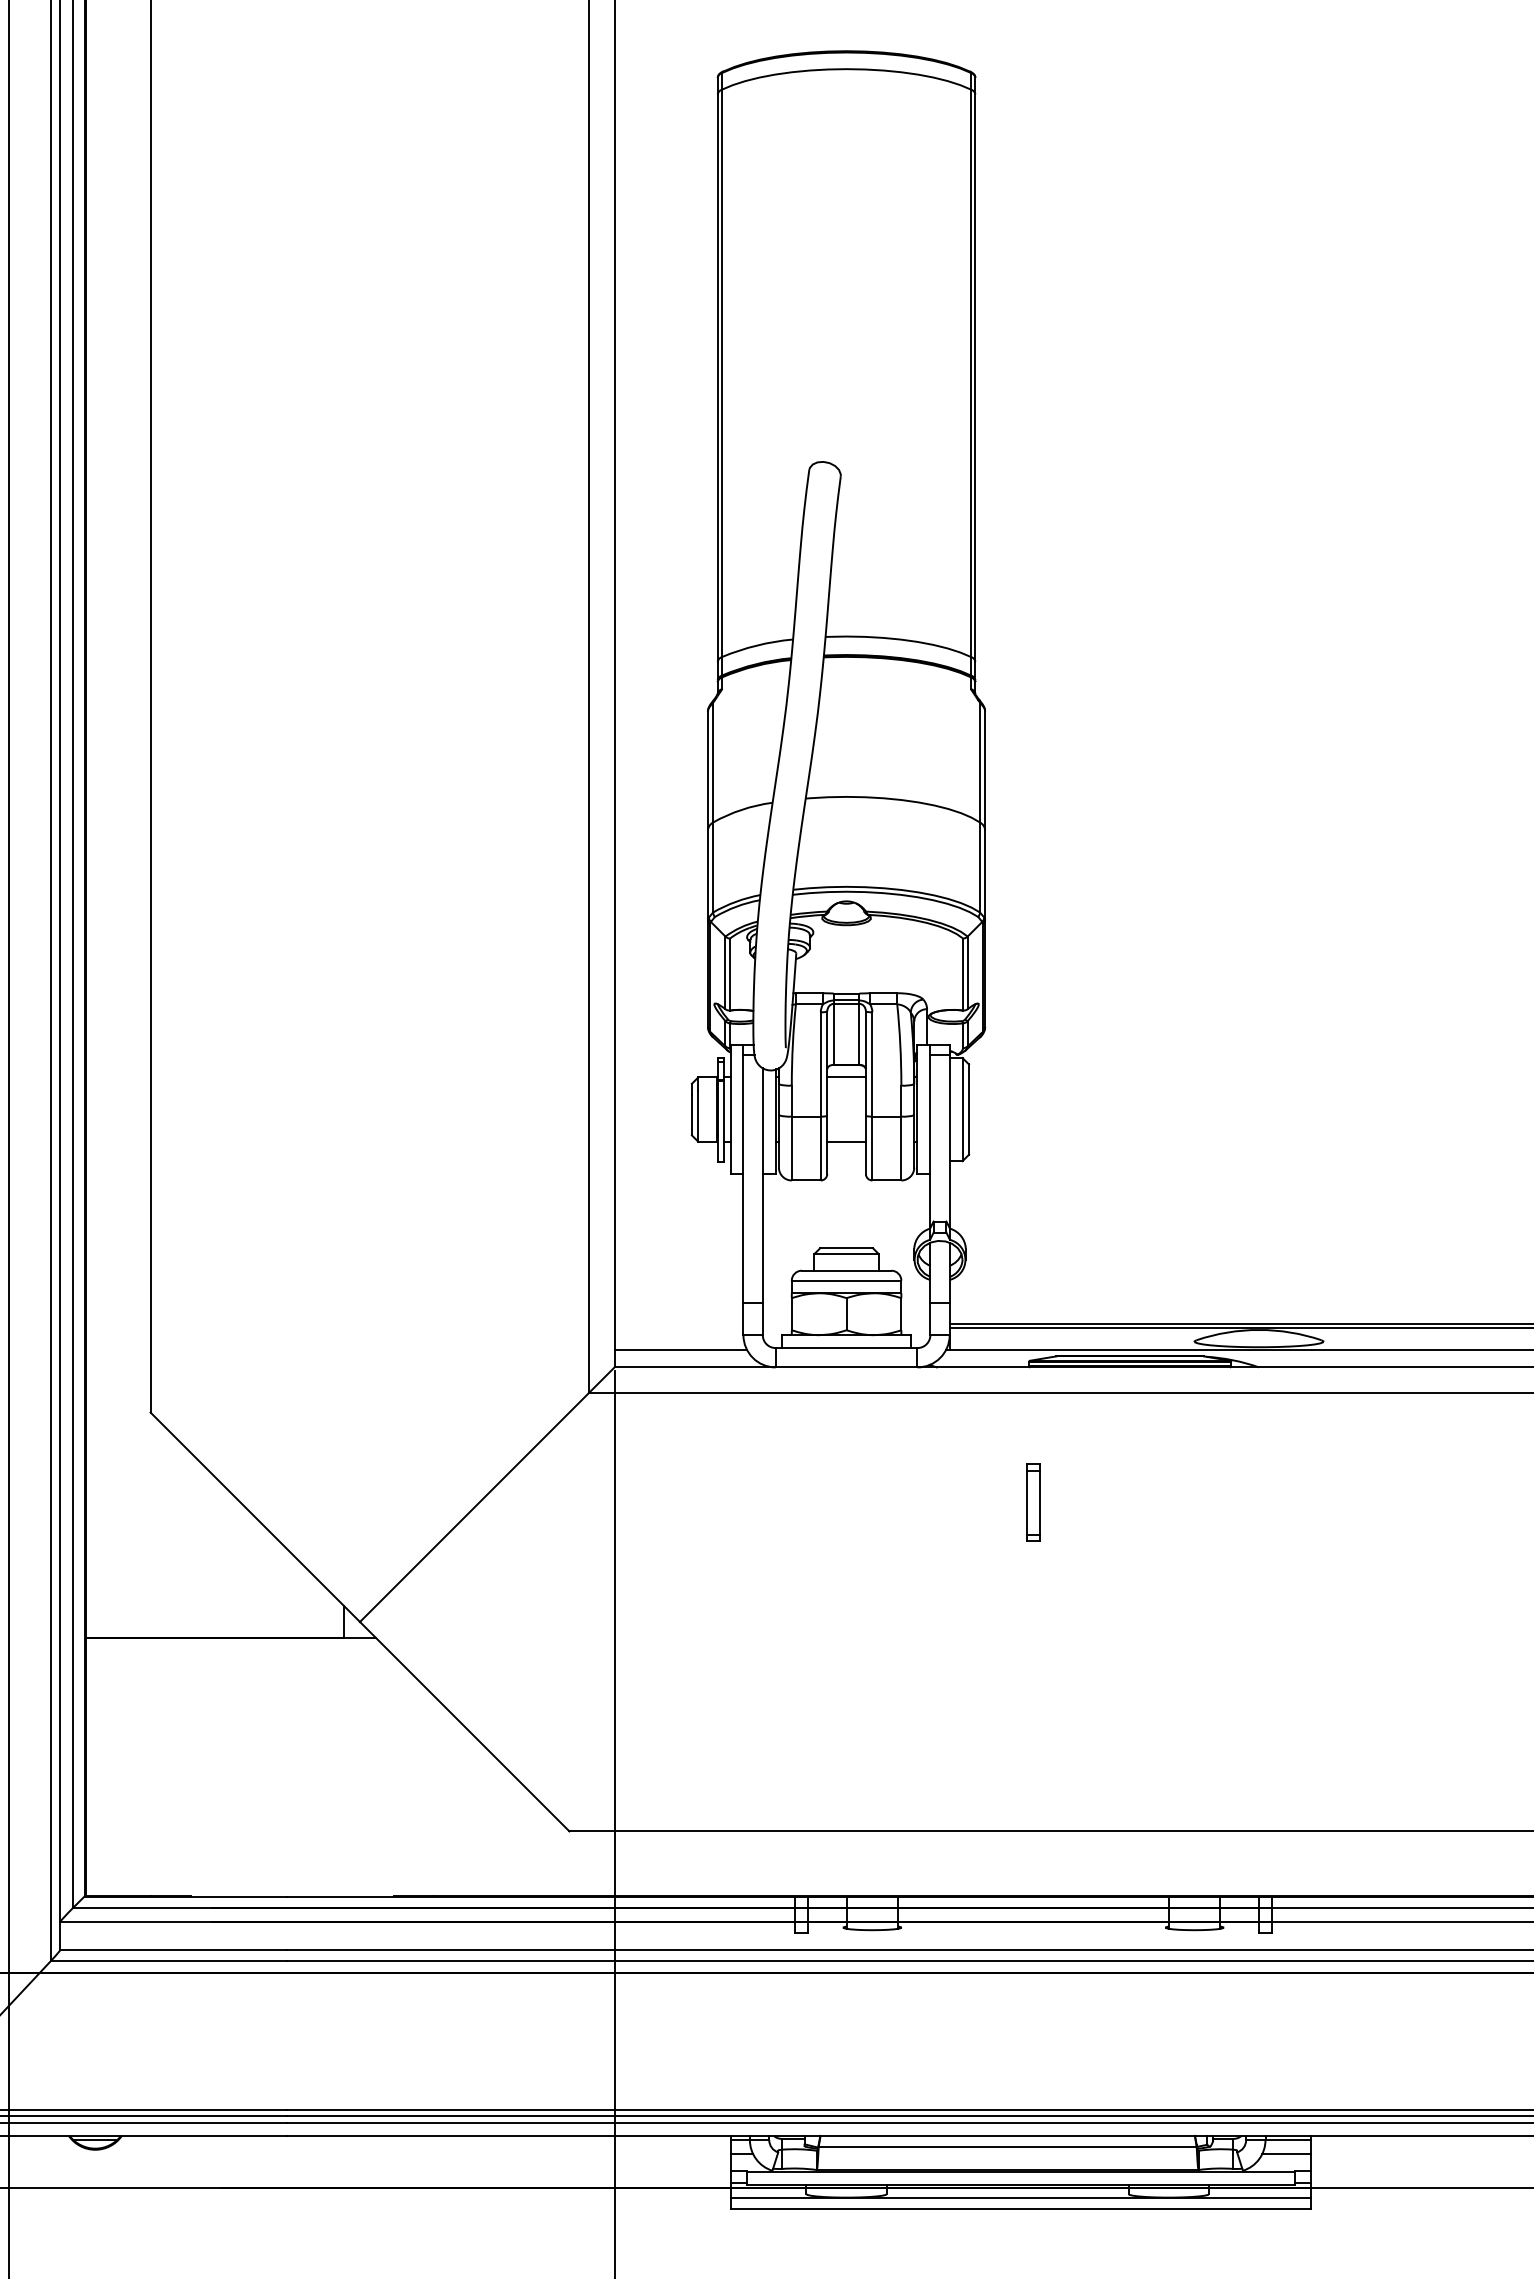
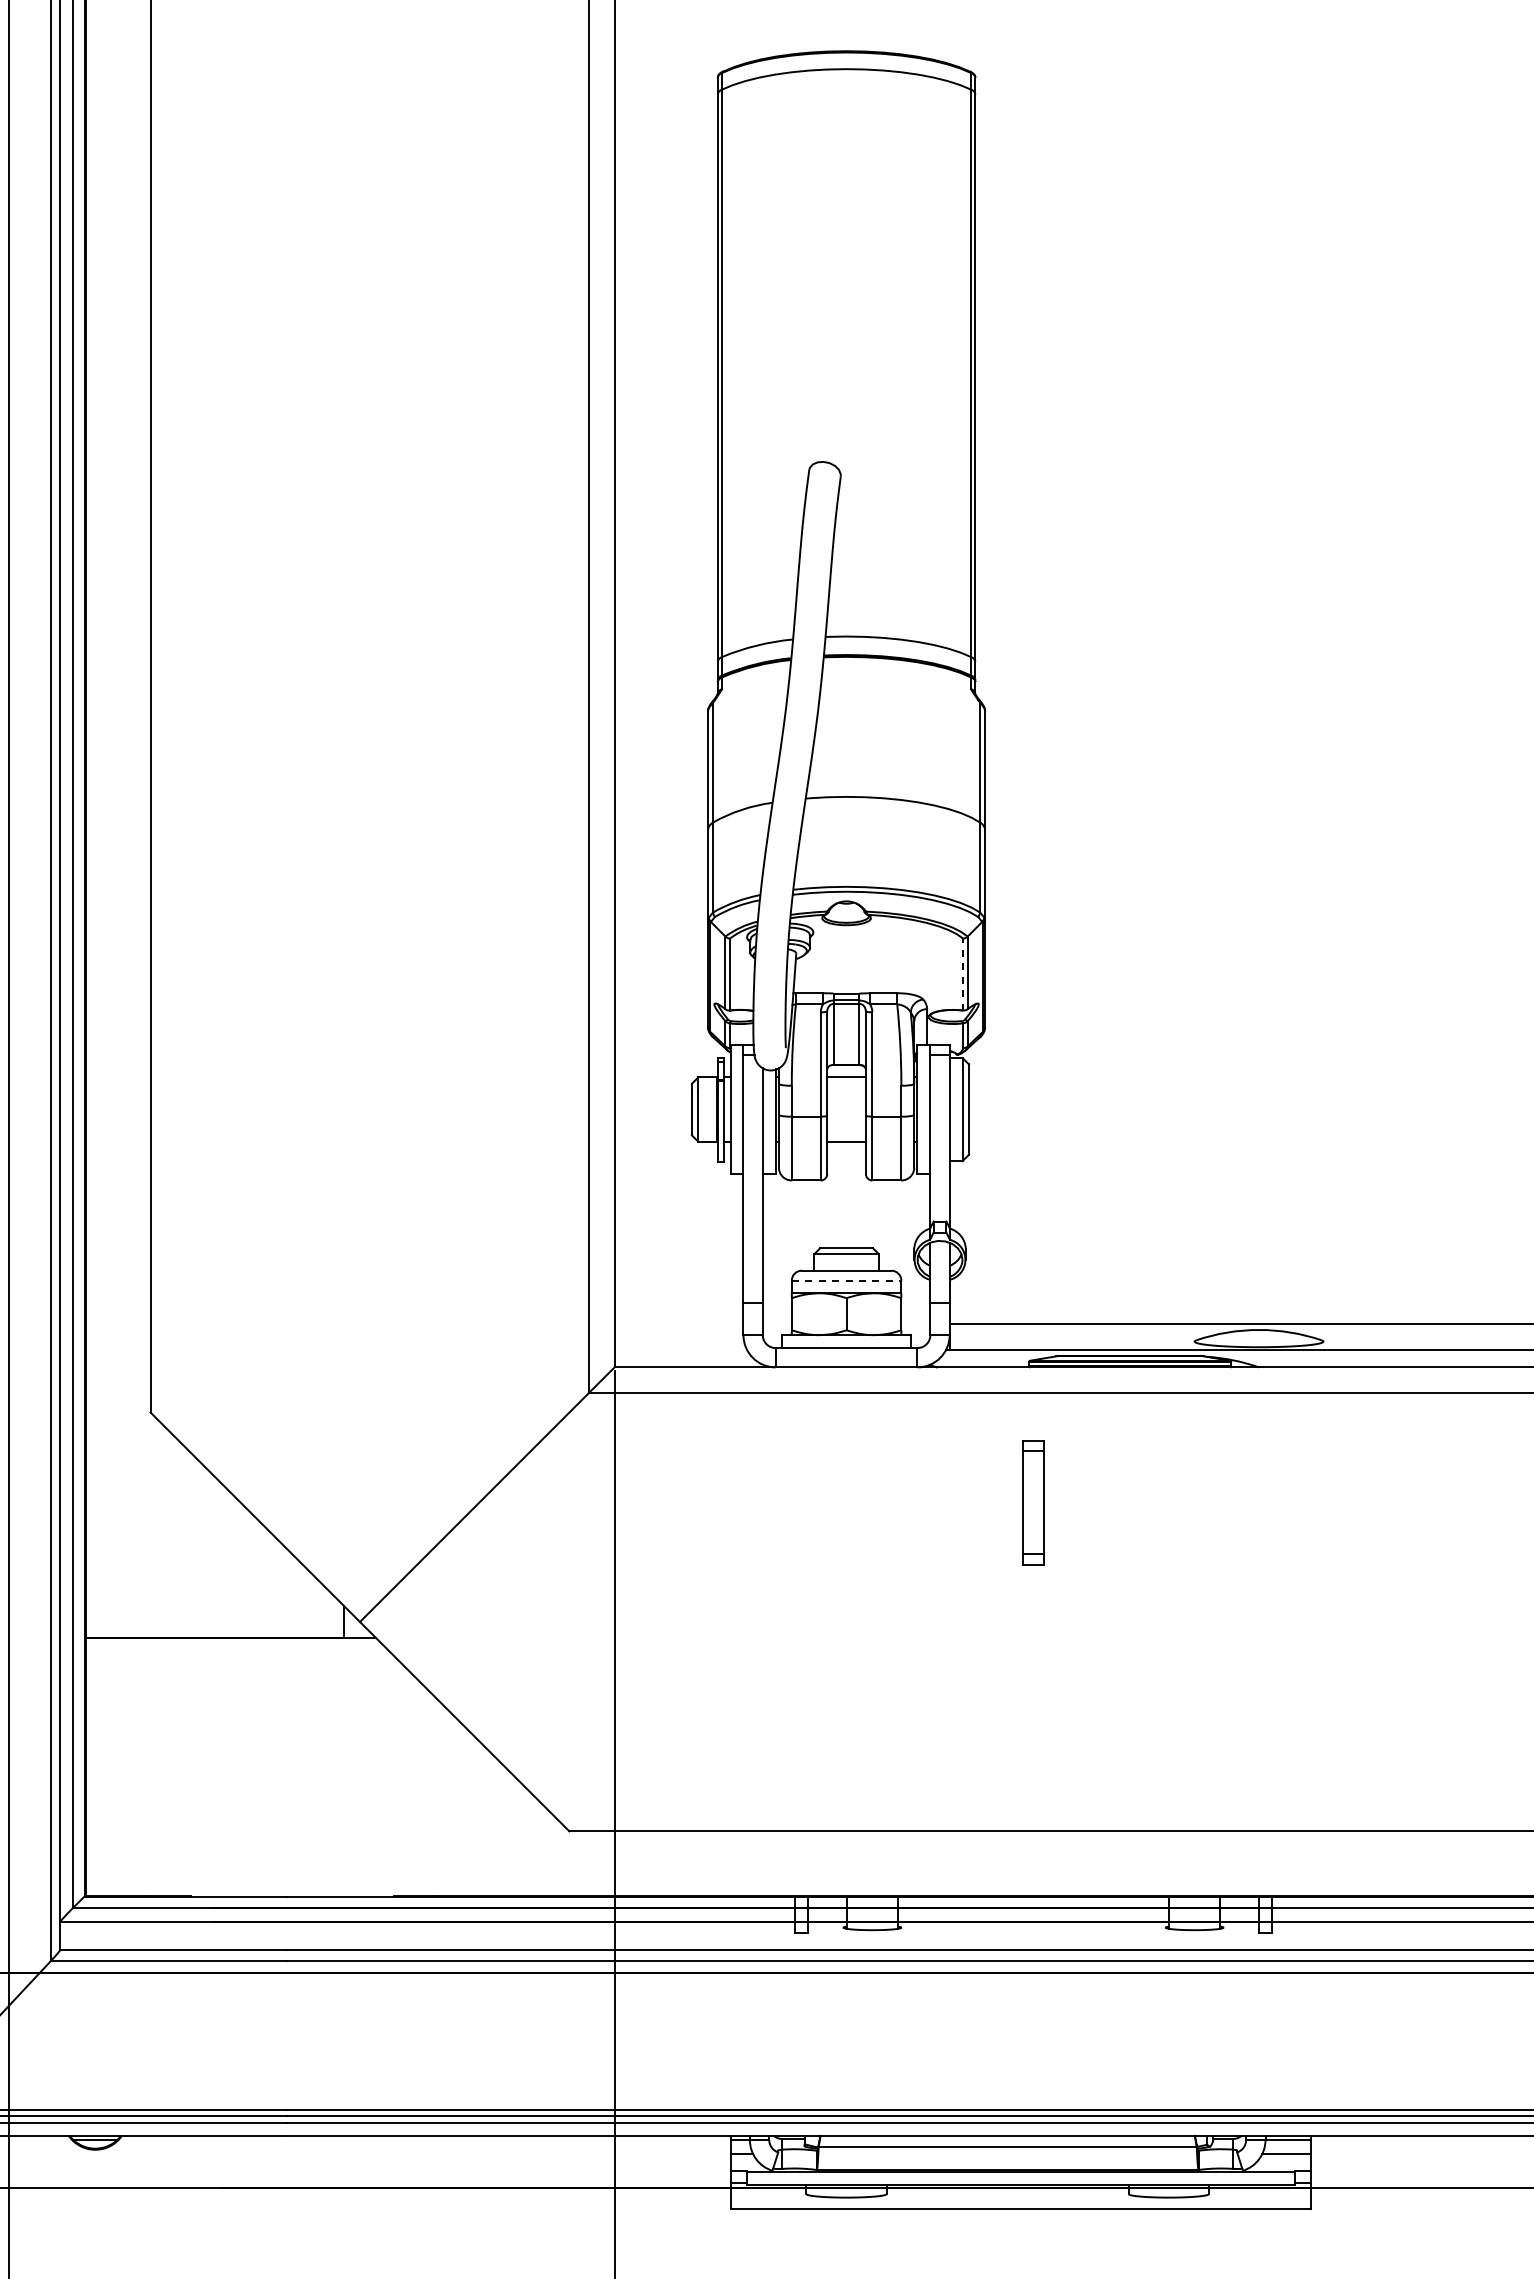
line at (963, 974): solid -> dashed
line at (846, 1280): solid -> dashed
line at (1239, 1327): present -> none
line at (680, 1350): present -> none
part at (1033, 1502) size: 15x79 px -> 23x126 px
line at (1020, 2197): present -> none
